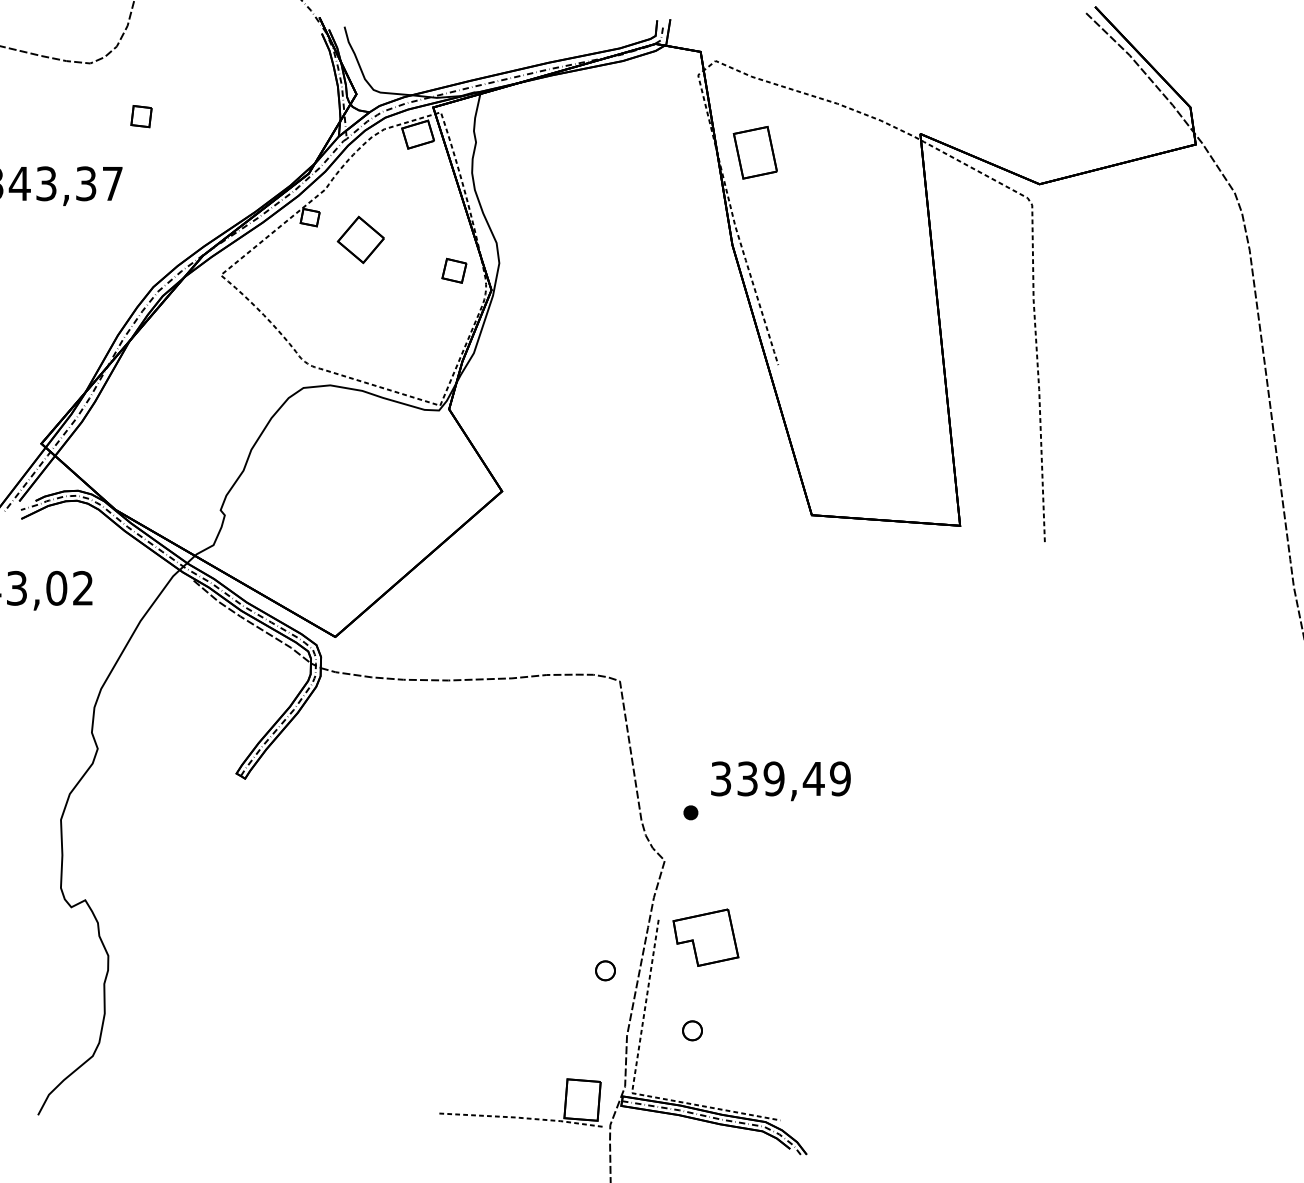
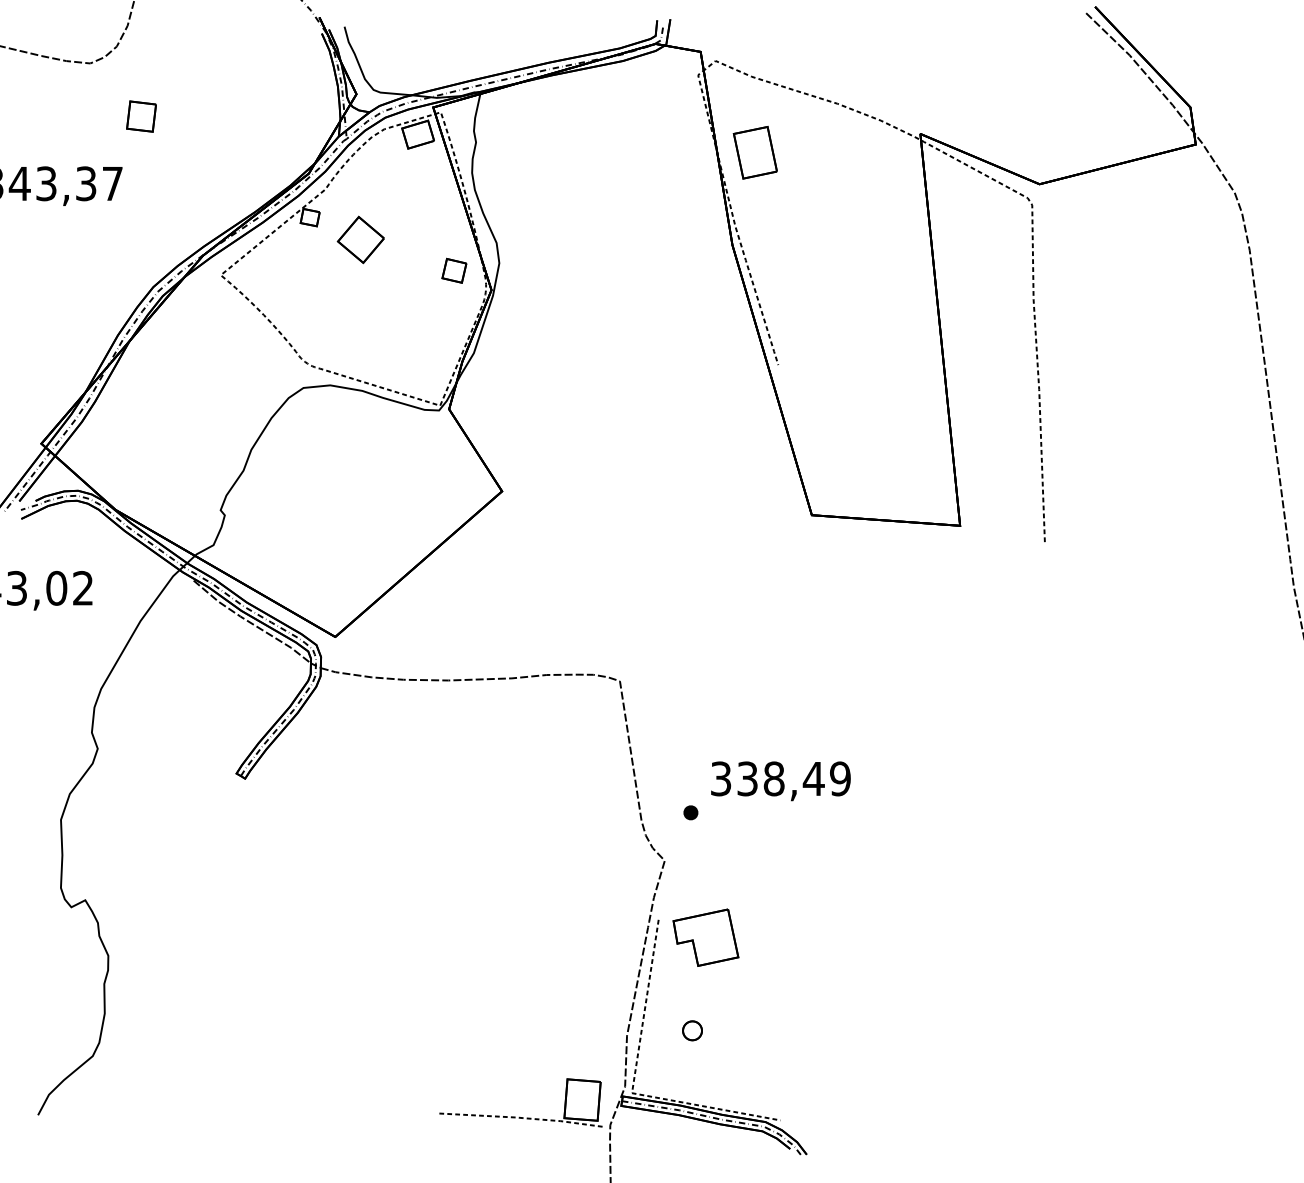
part at (141, 116) size: 23x24 px -> 31x33 px
text at (773, 778): 339,49 -> 338,49
part at (605, 970): present -> none
